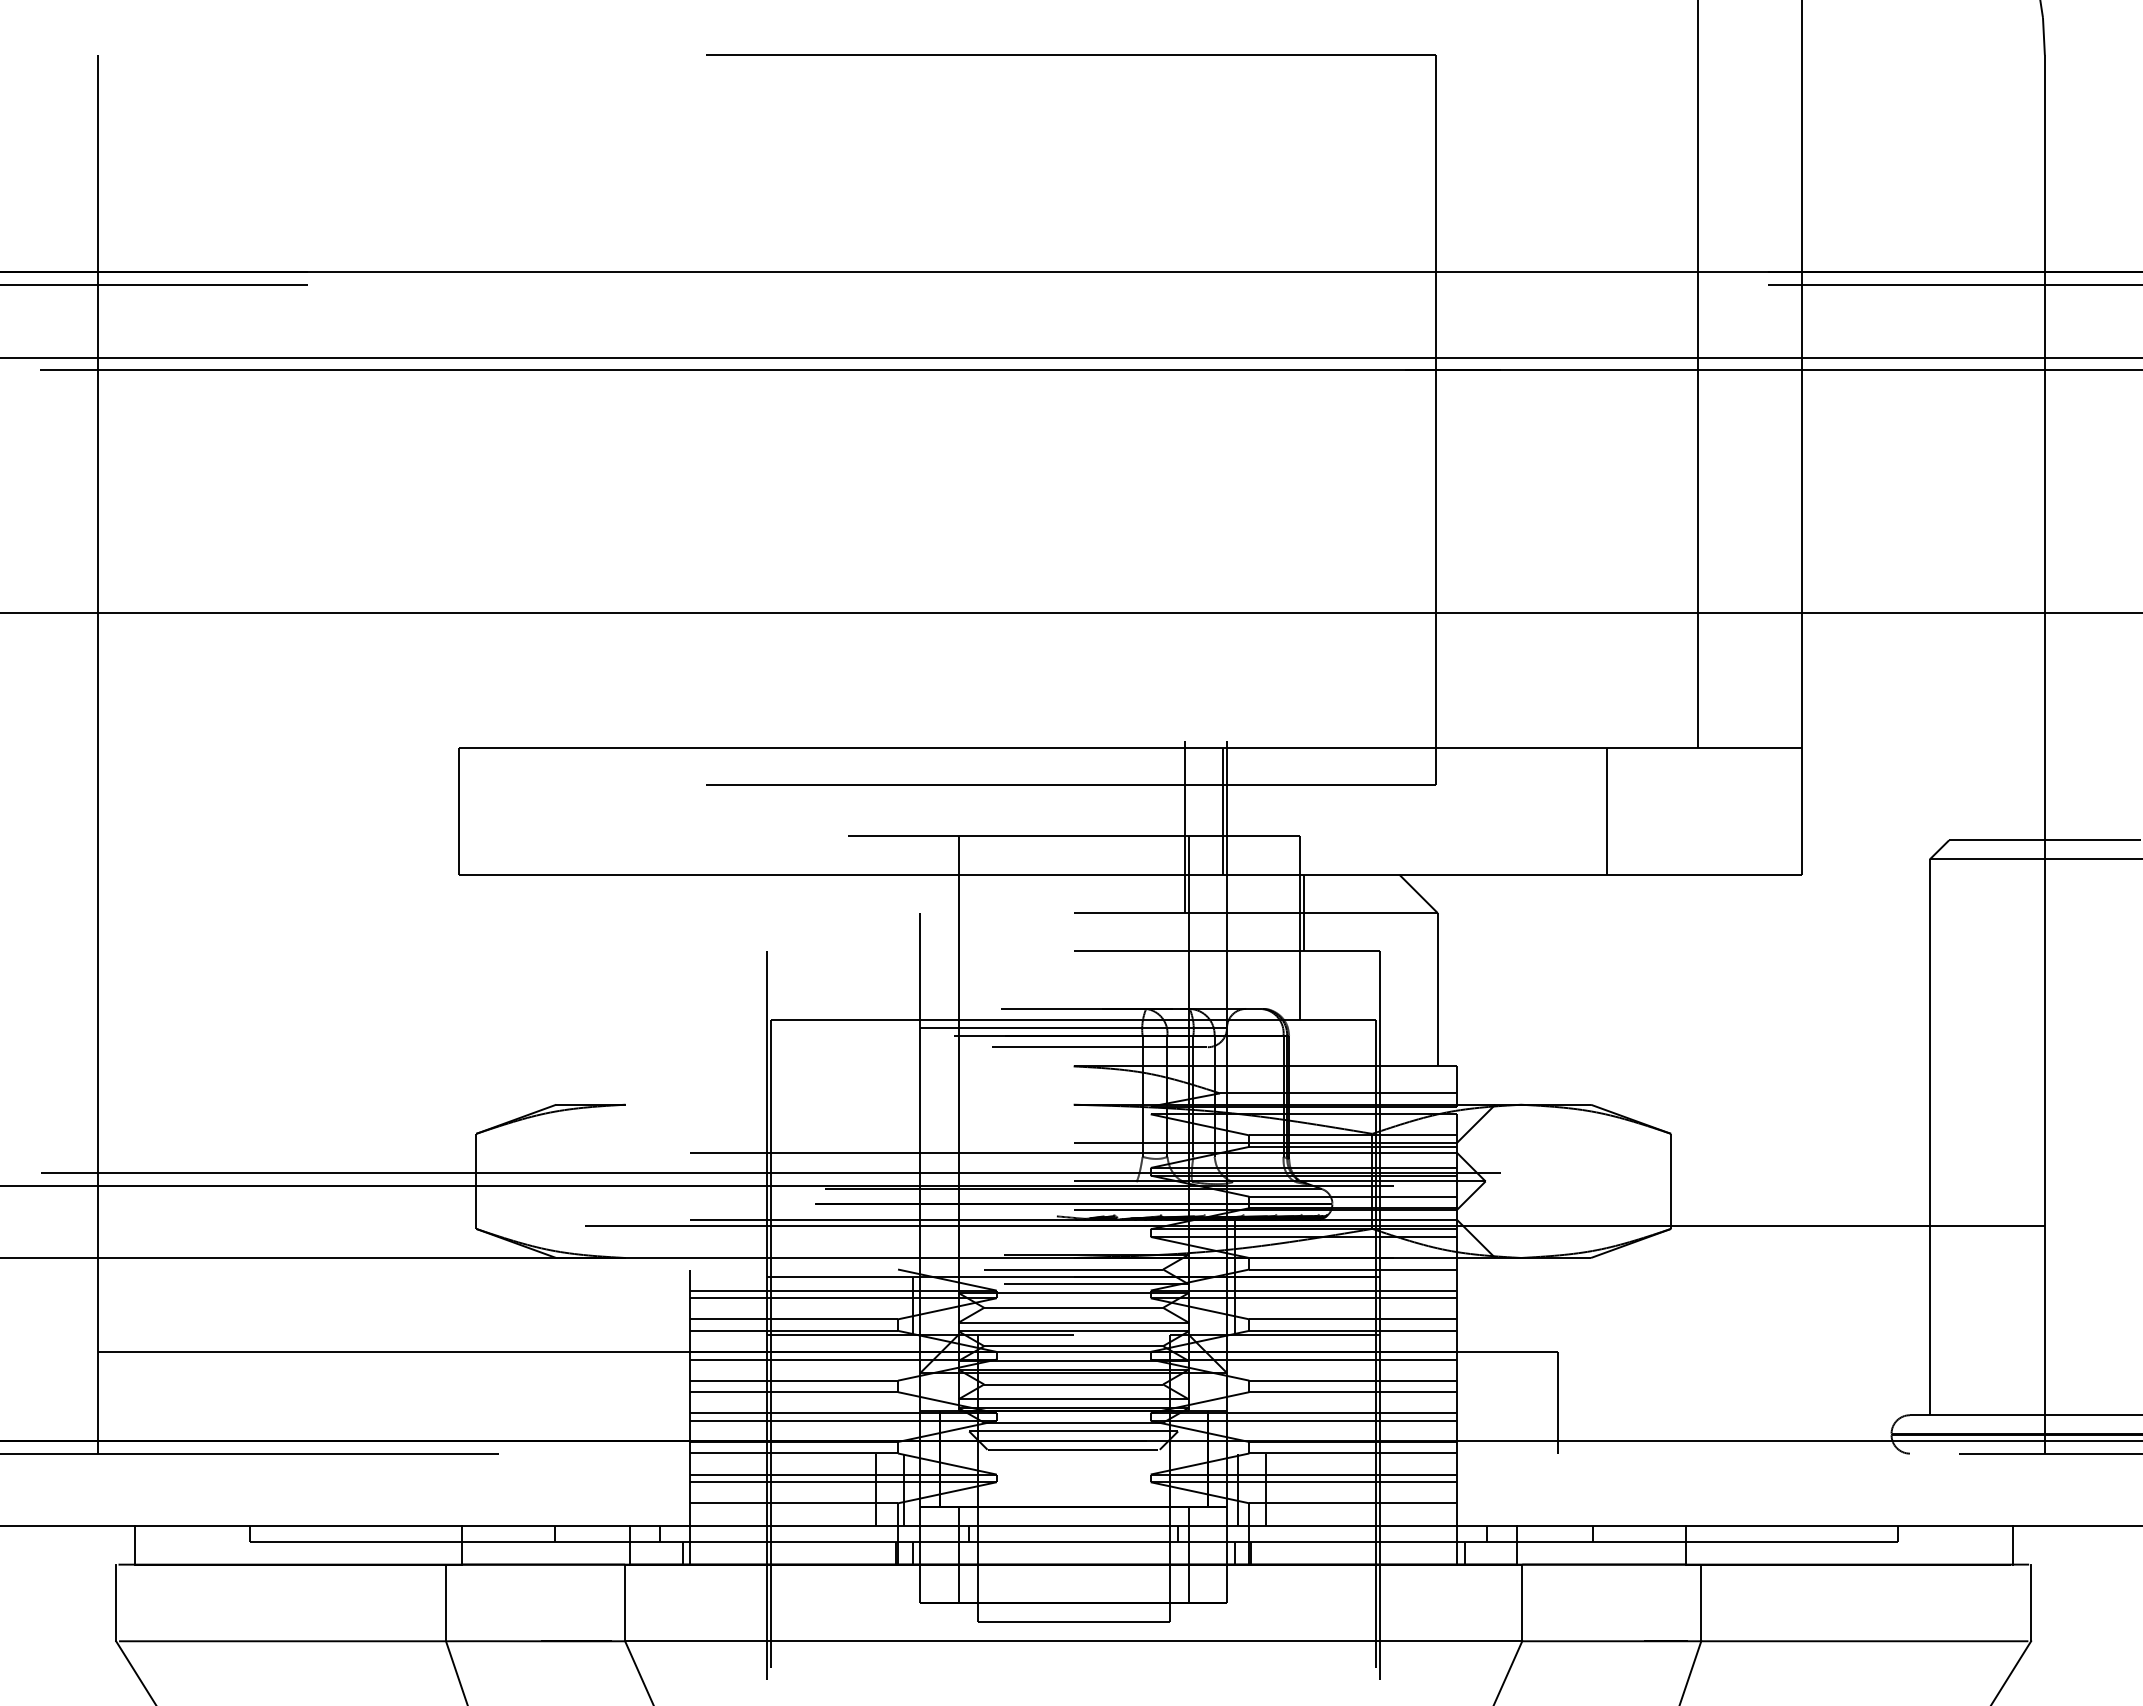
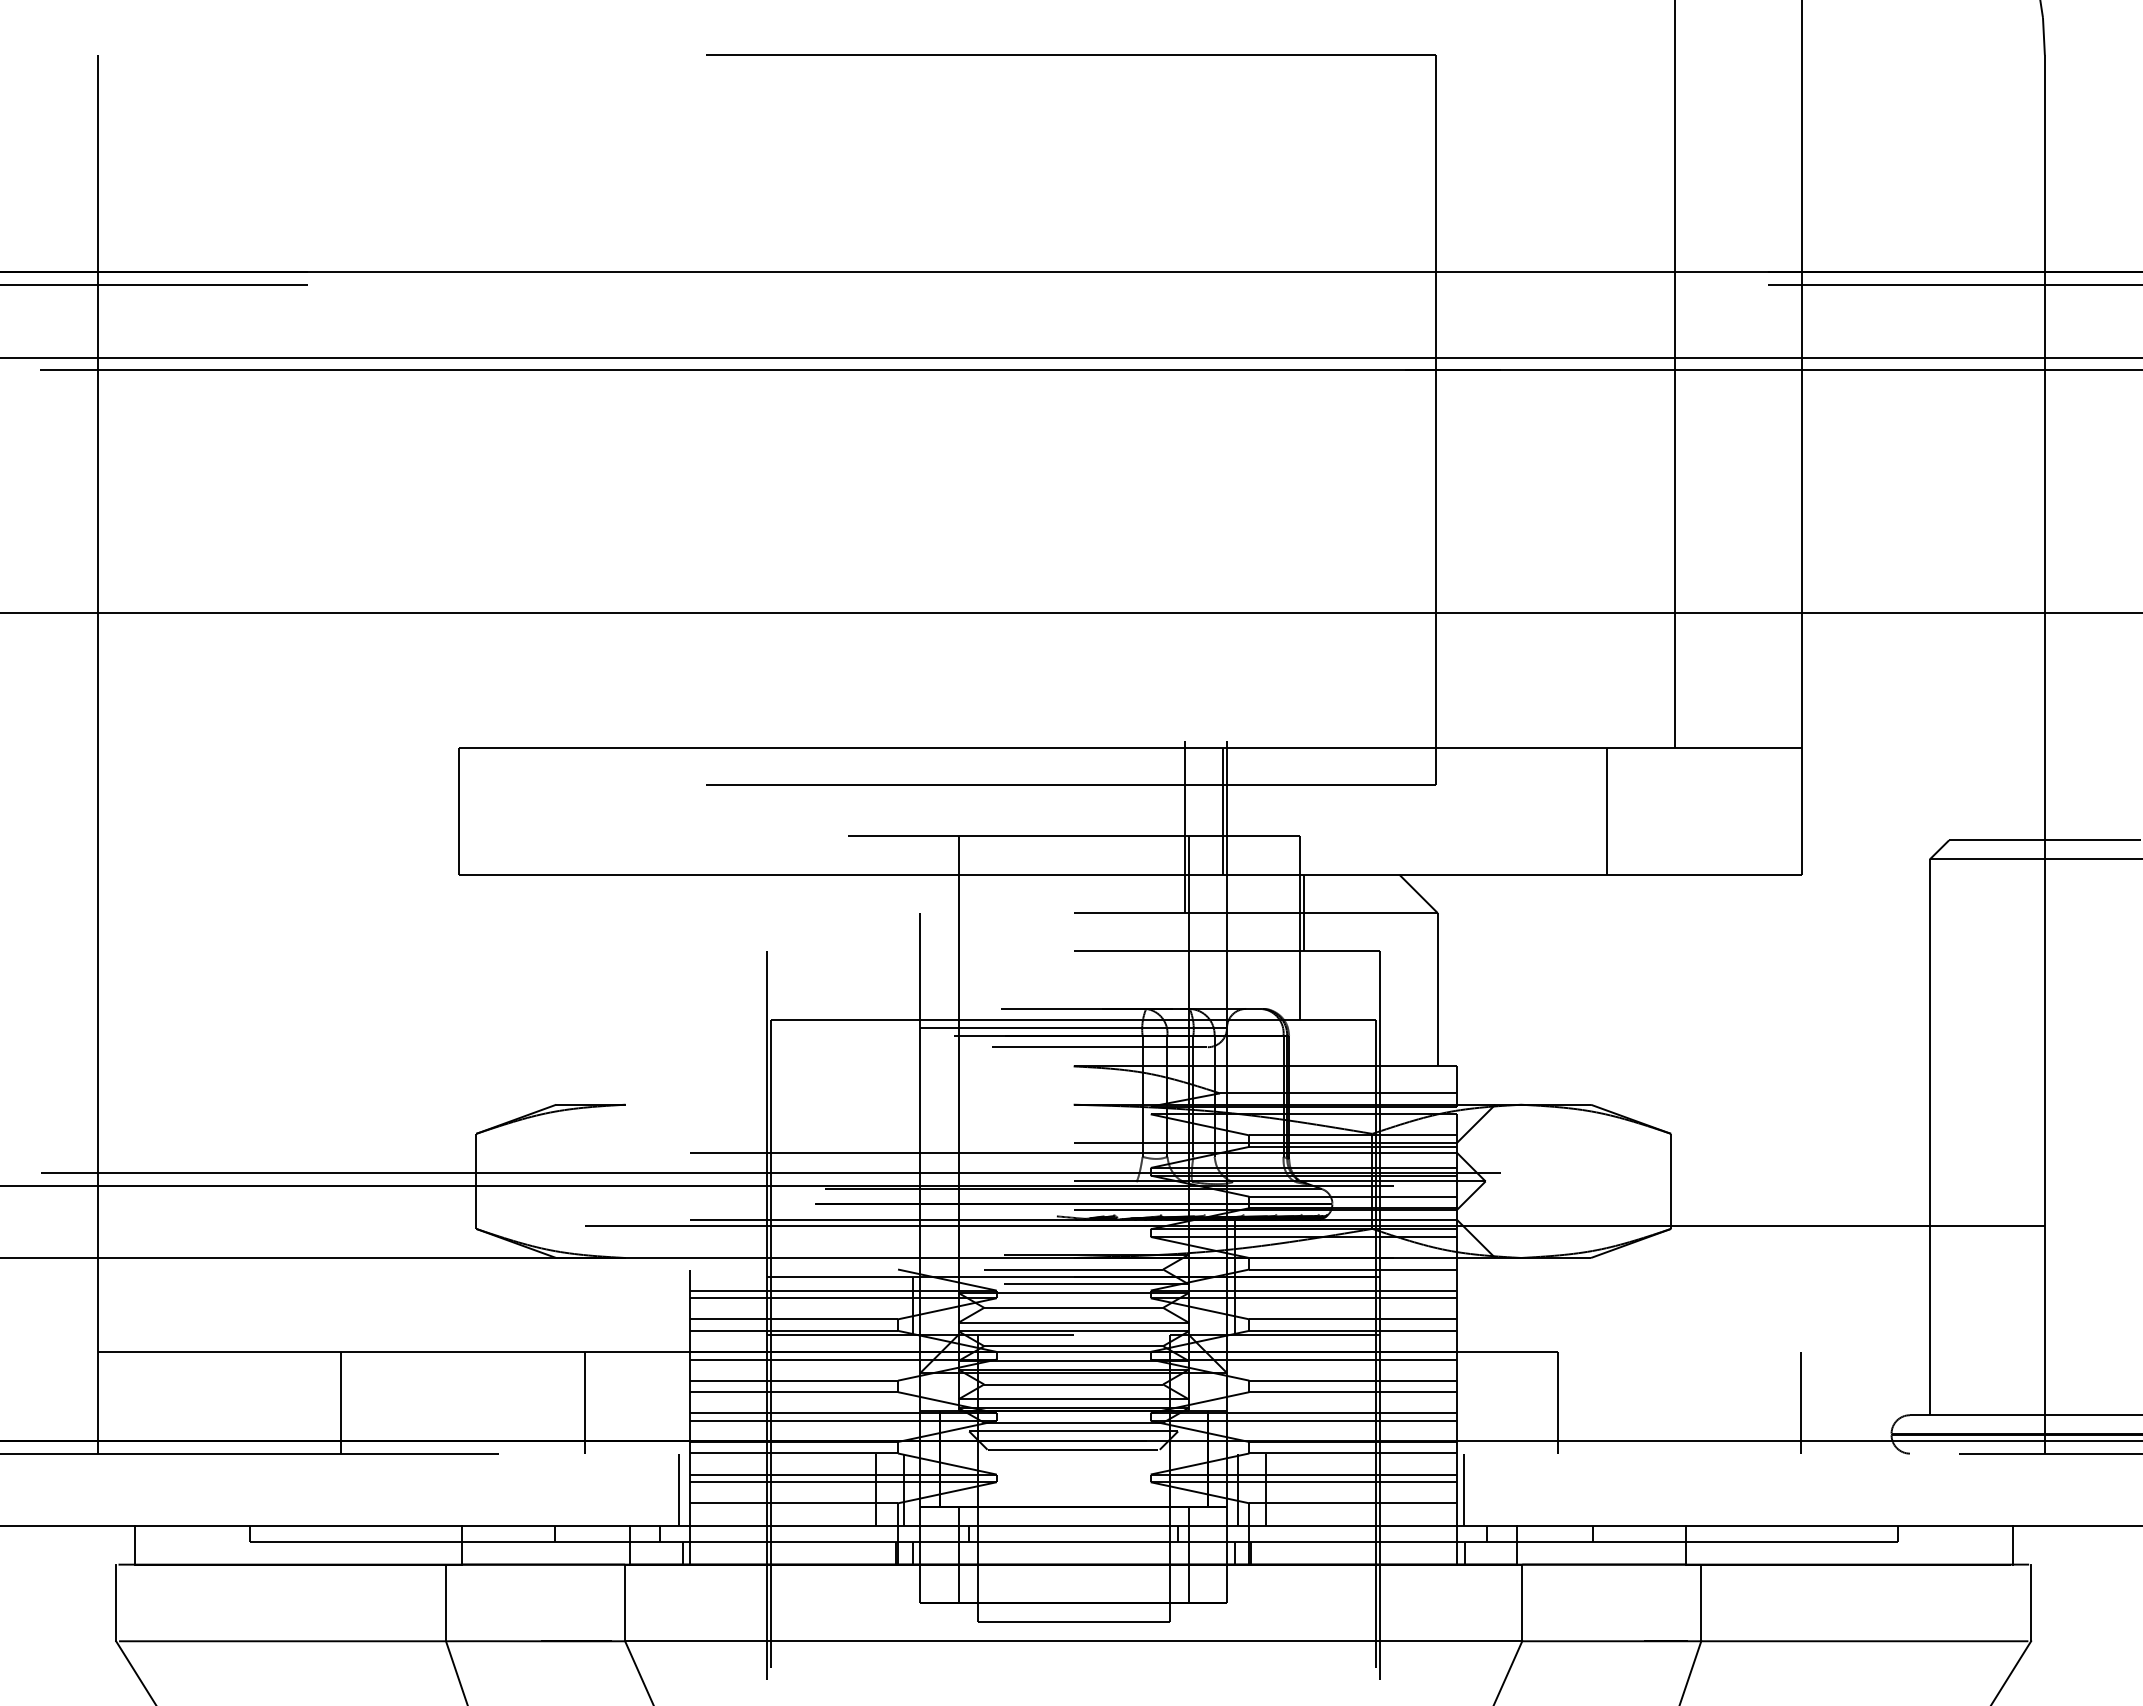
line at (1698, 375) position: (1698, 375) -> (1675, 375)
line at (341, 1402): none -> present
line at (584, 1402): none -> present
line at (1801, 1402): none -> present
line at (679, 1489): none -> present
line at (1463, 1489): none -> present
